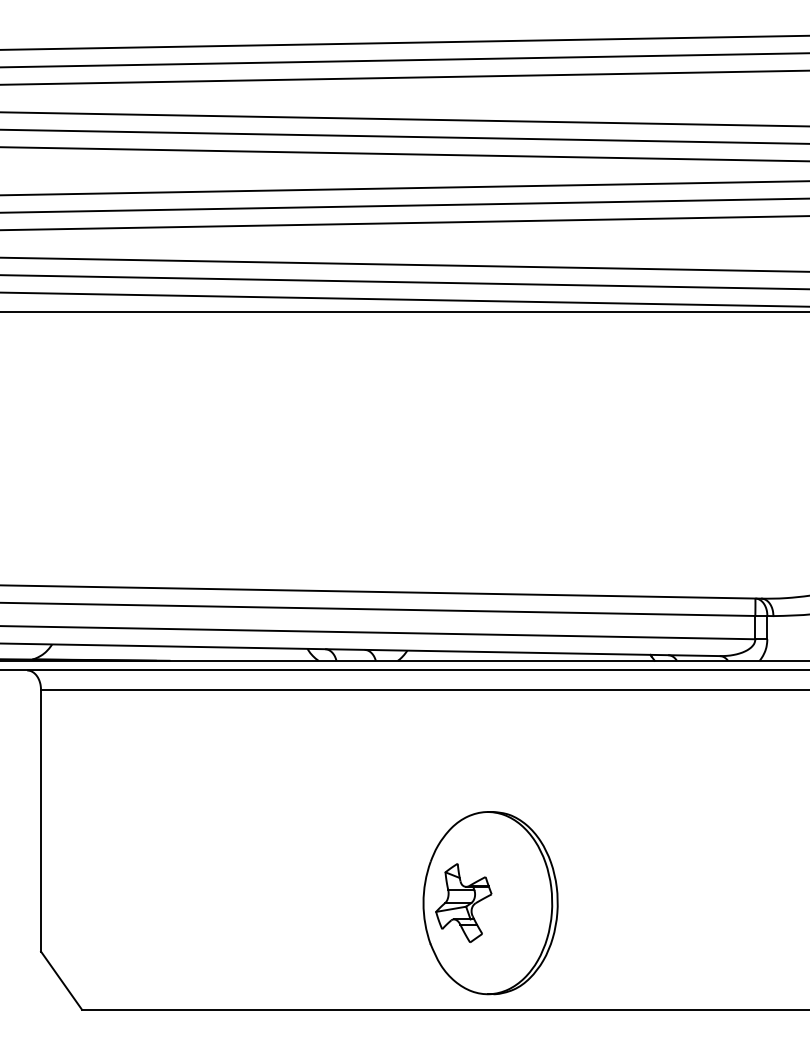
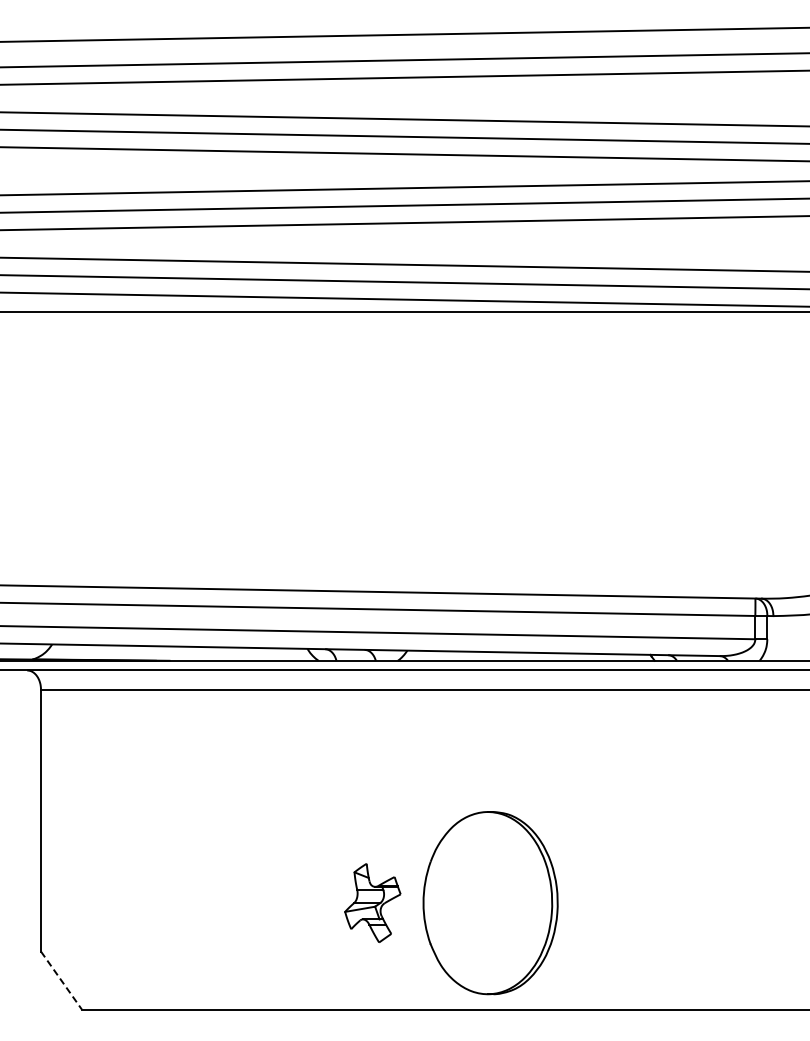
line at (404, 42) position: (404, 42) -> (404, 34)
part at (463, 902) position: (463, 902) -> (372, 902)
line at (61, 980): solid -> dashed
